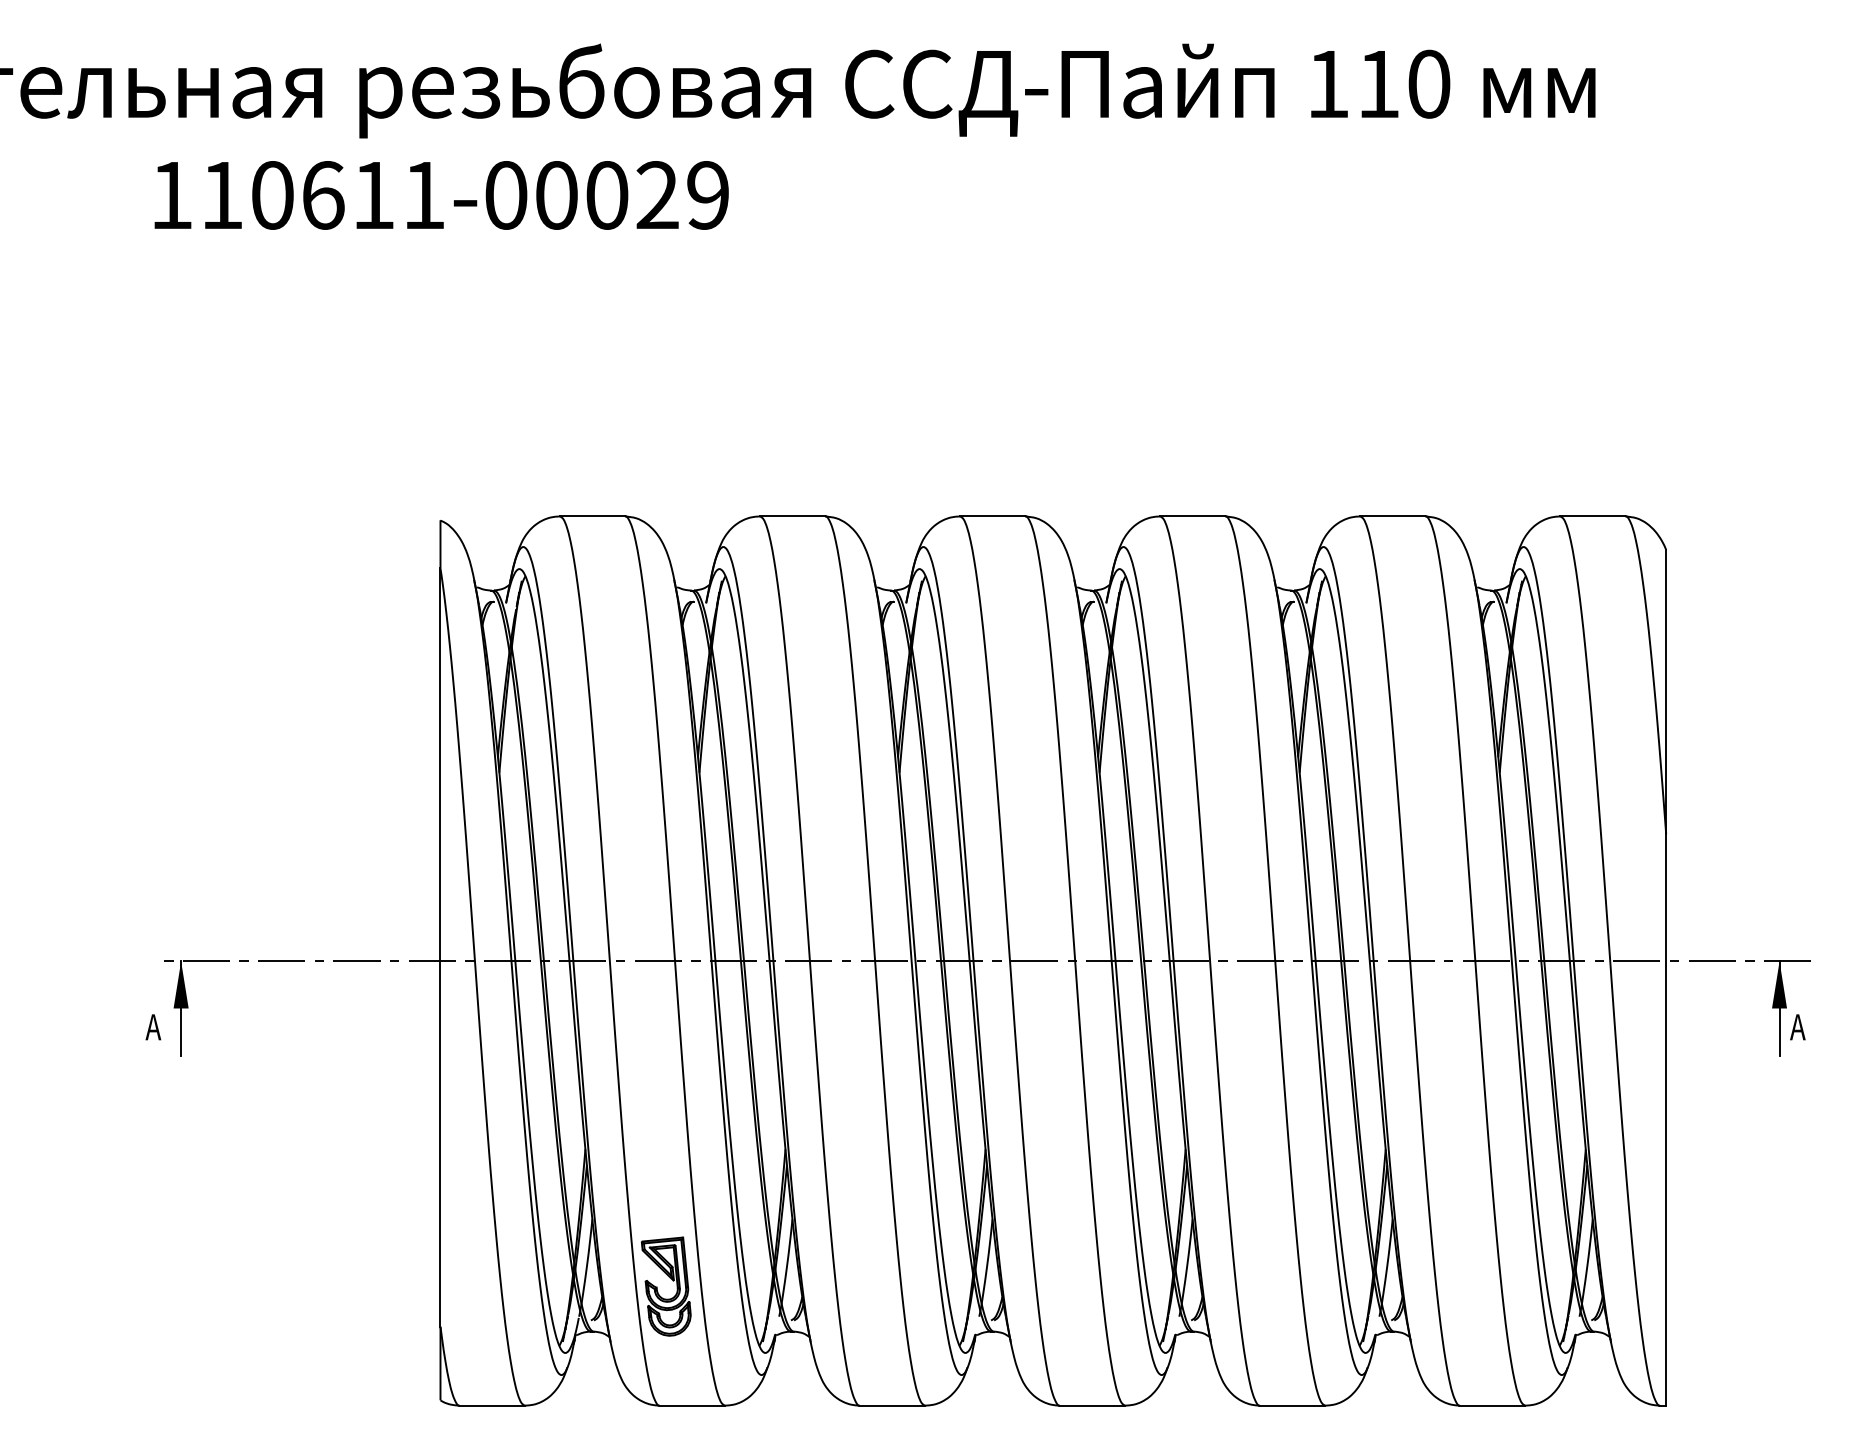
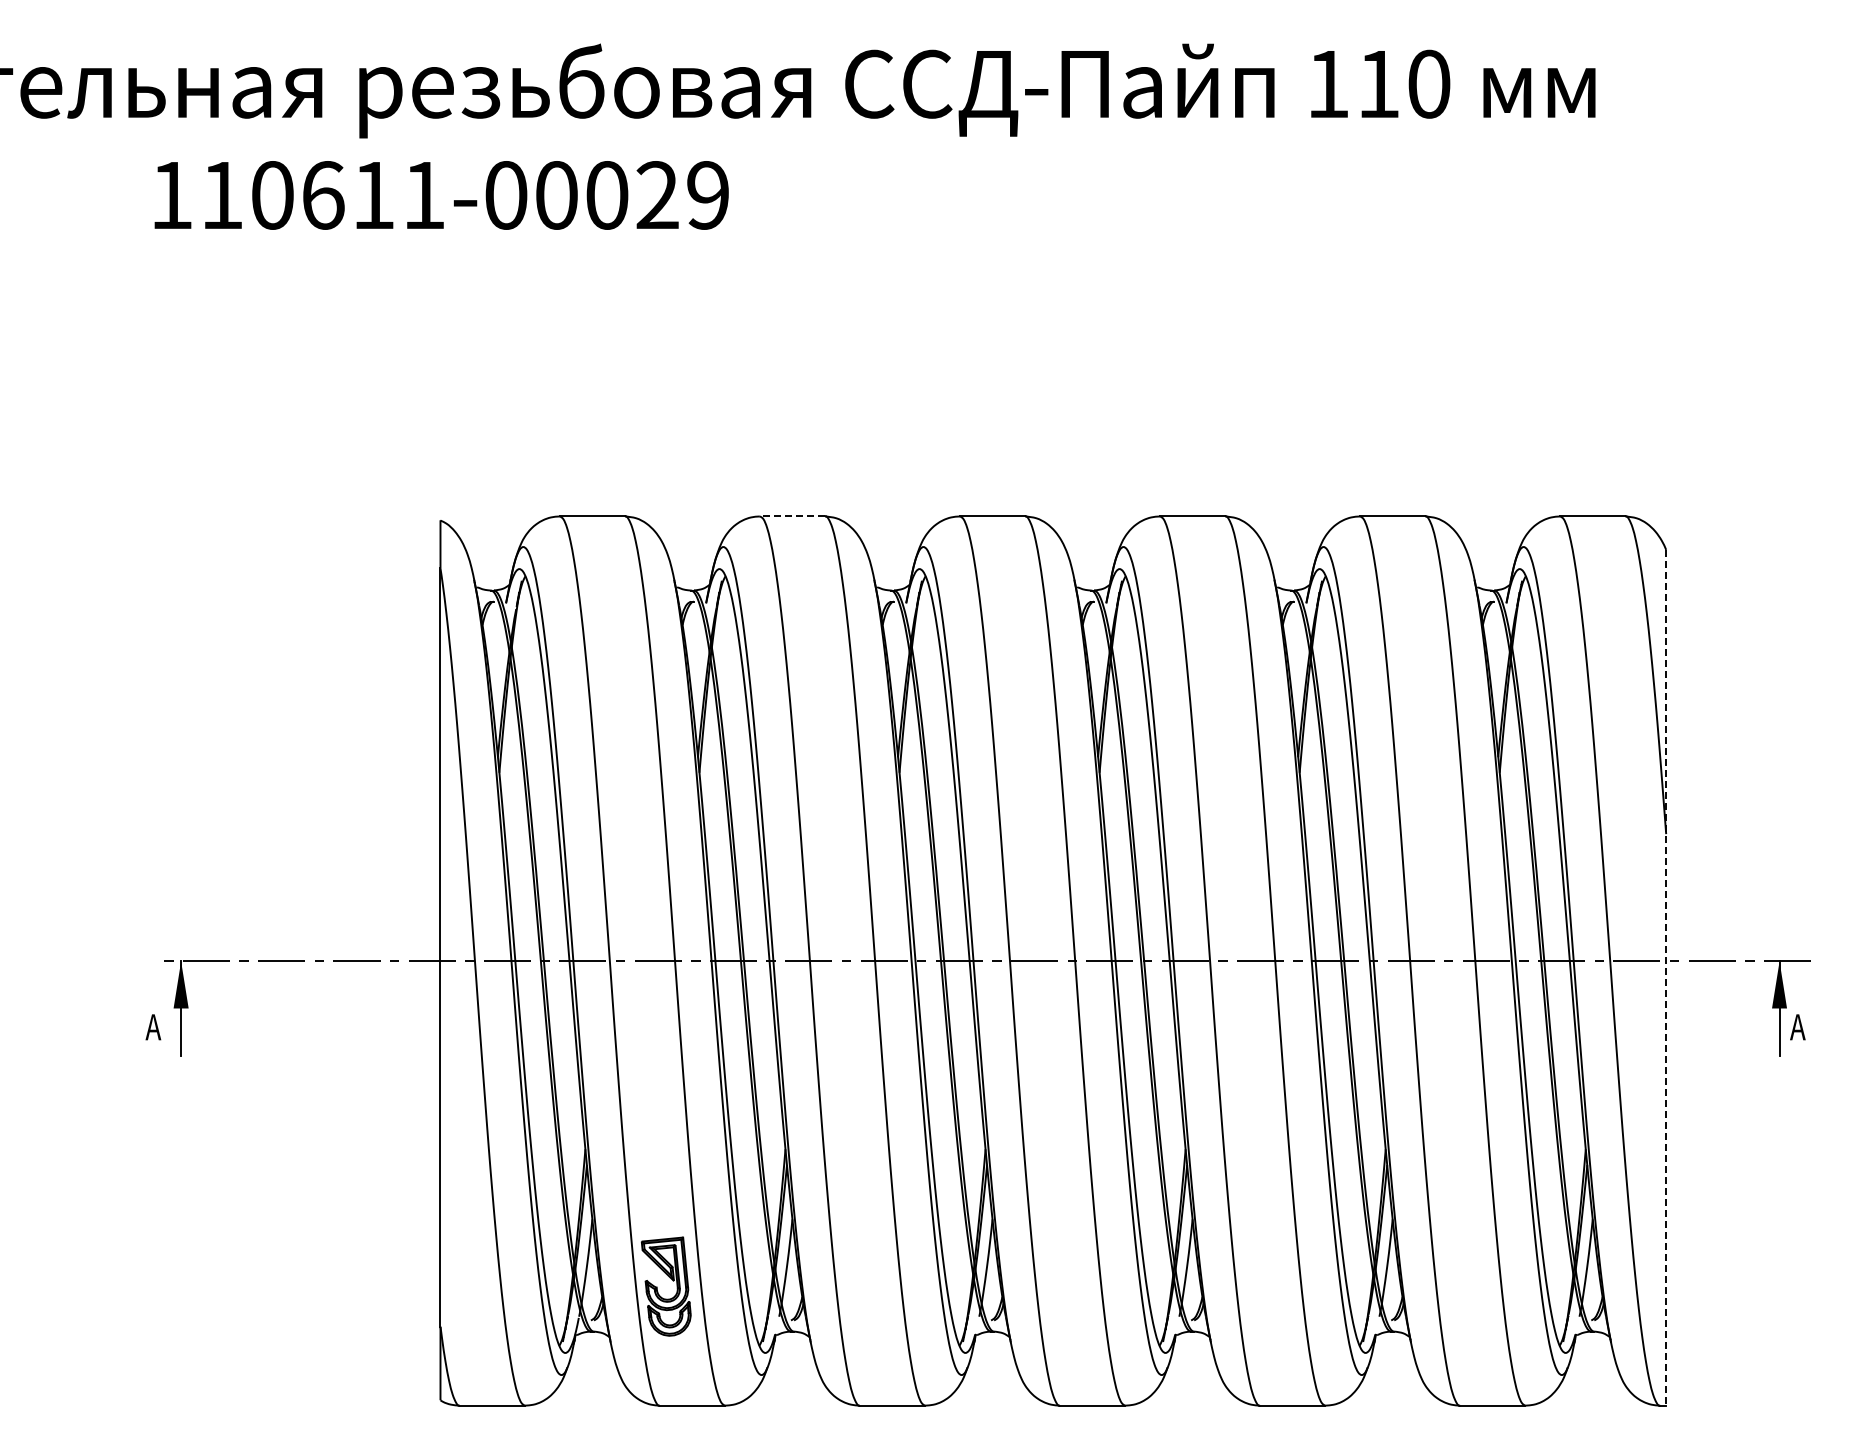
line at (792, 516): solid -> dashed
line at (1666, 977): solid -> dashed
